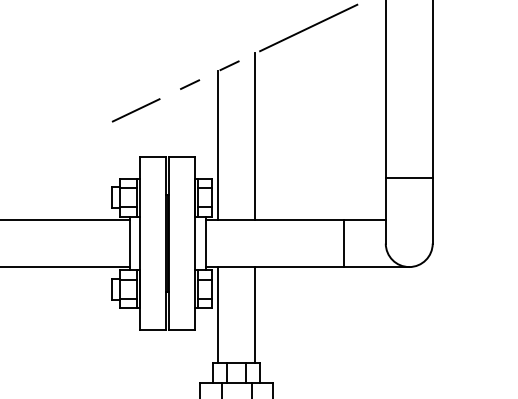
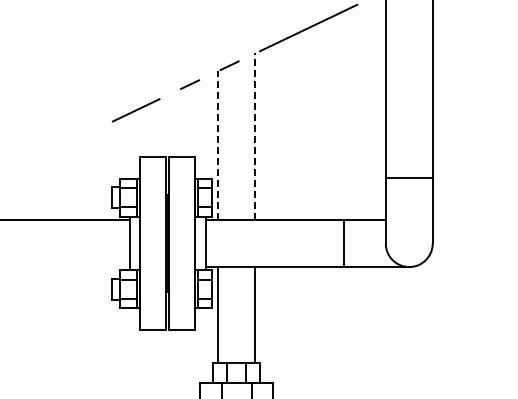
line at (255, 136): solid -> dashed
line at (217, 145): solid -> dashed
line at (65, 267): present -> none
